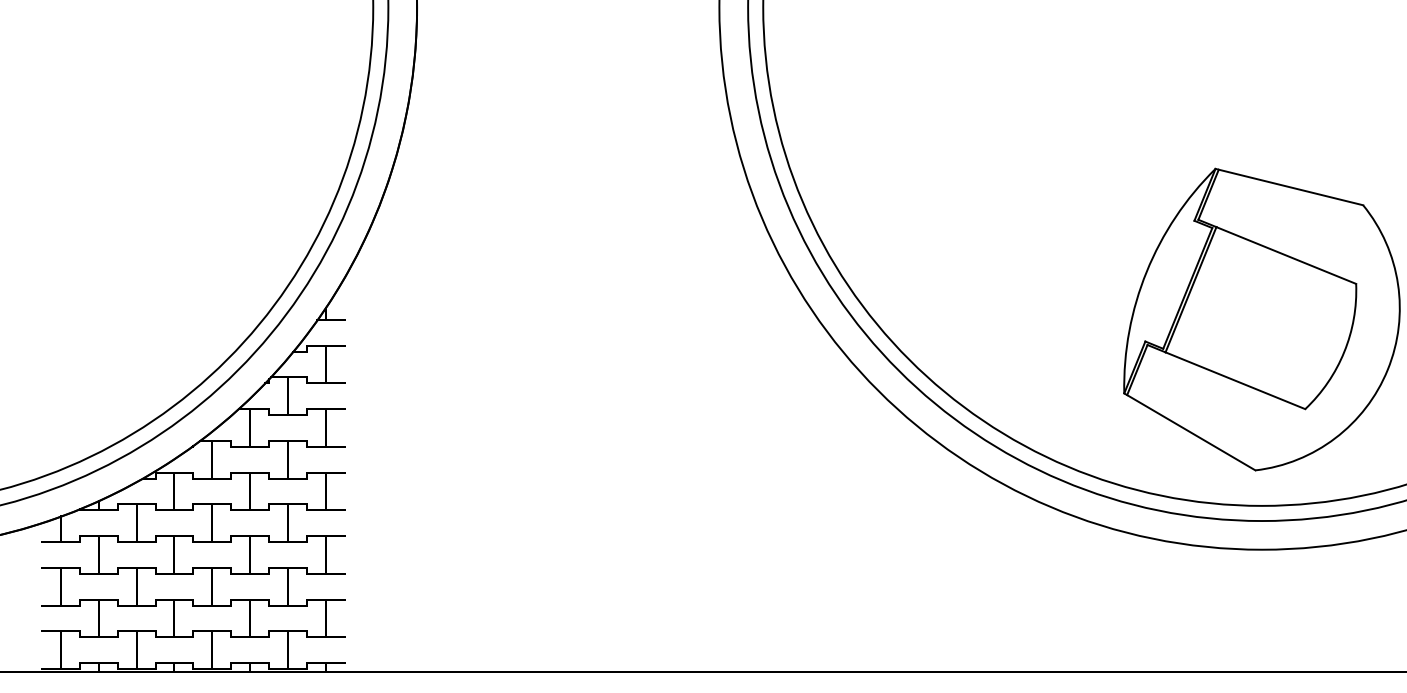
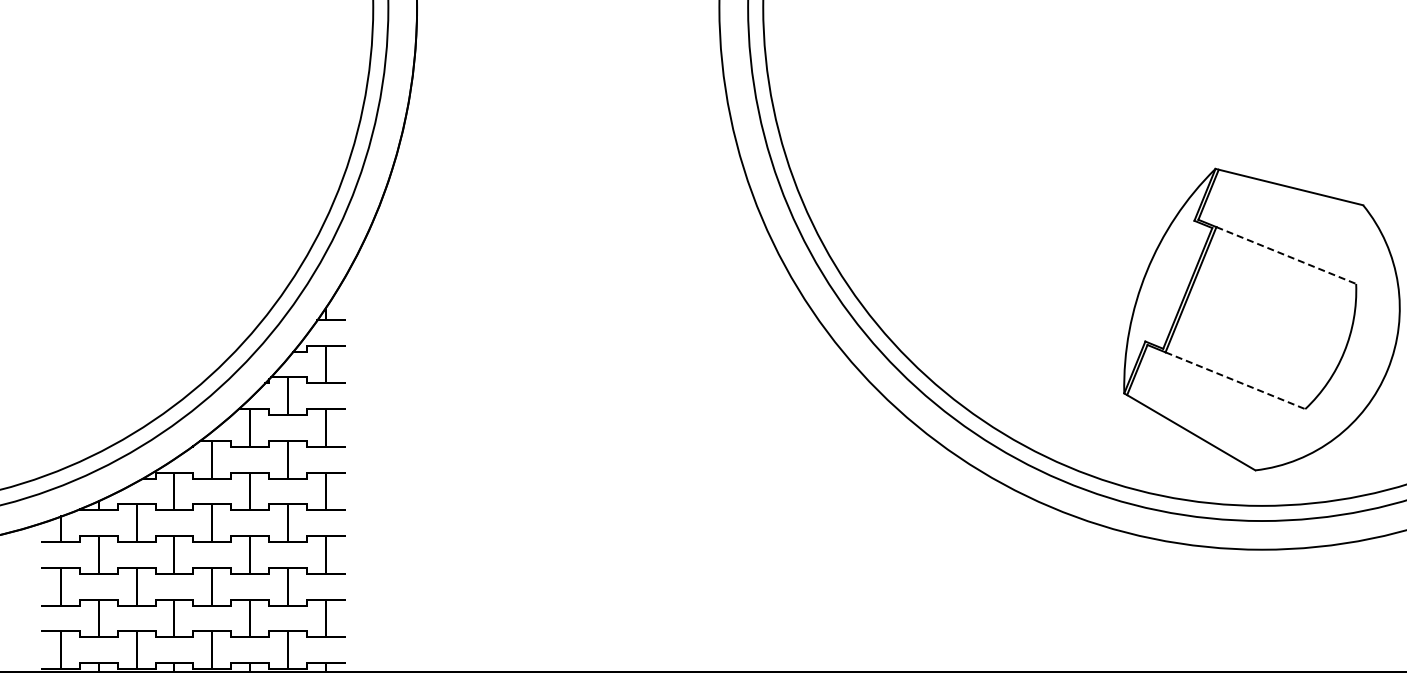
line at (1286, 255): solid -> dashed
line at (1235, 380): solid -> dashed
